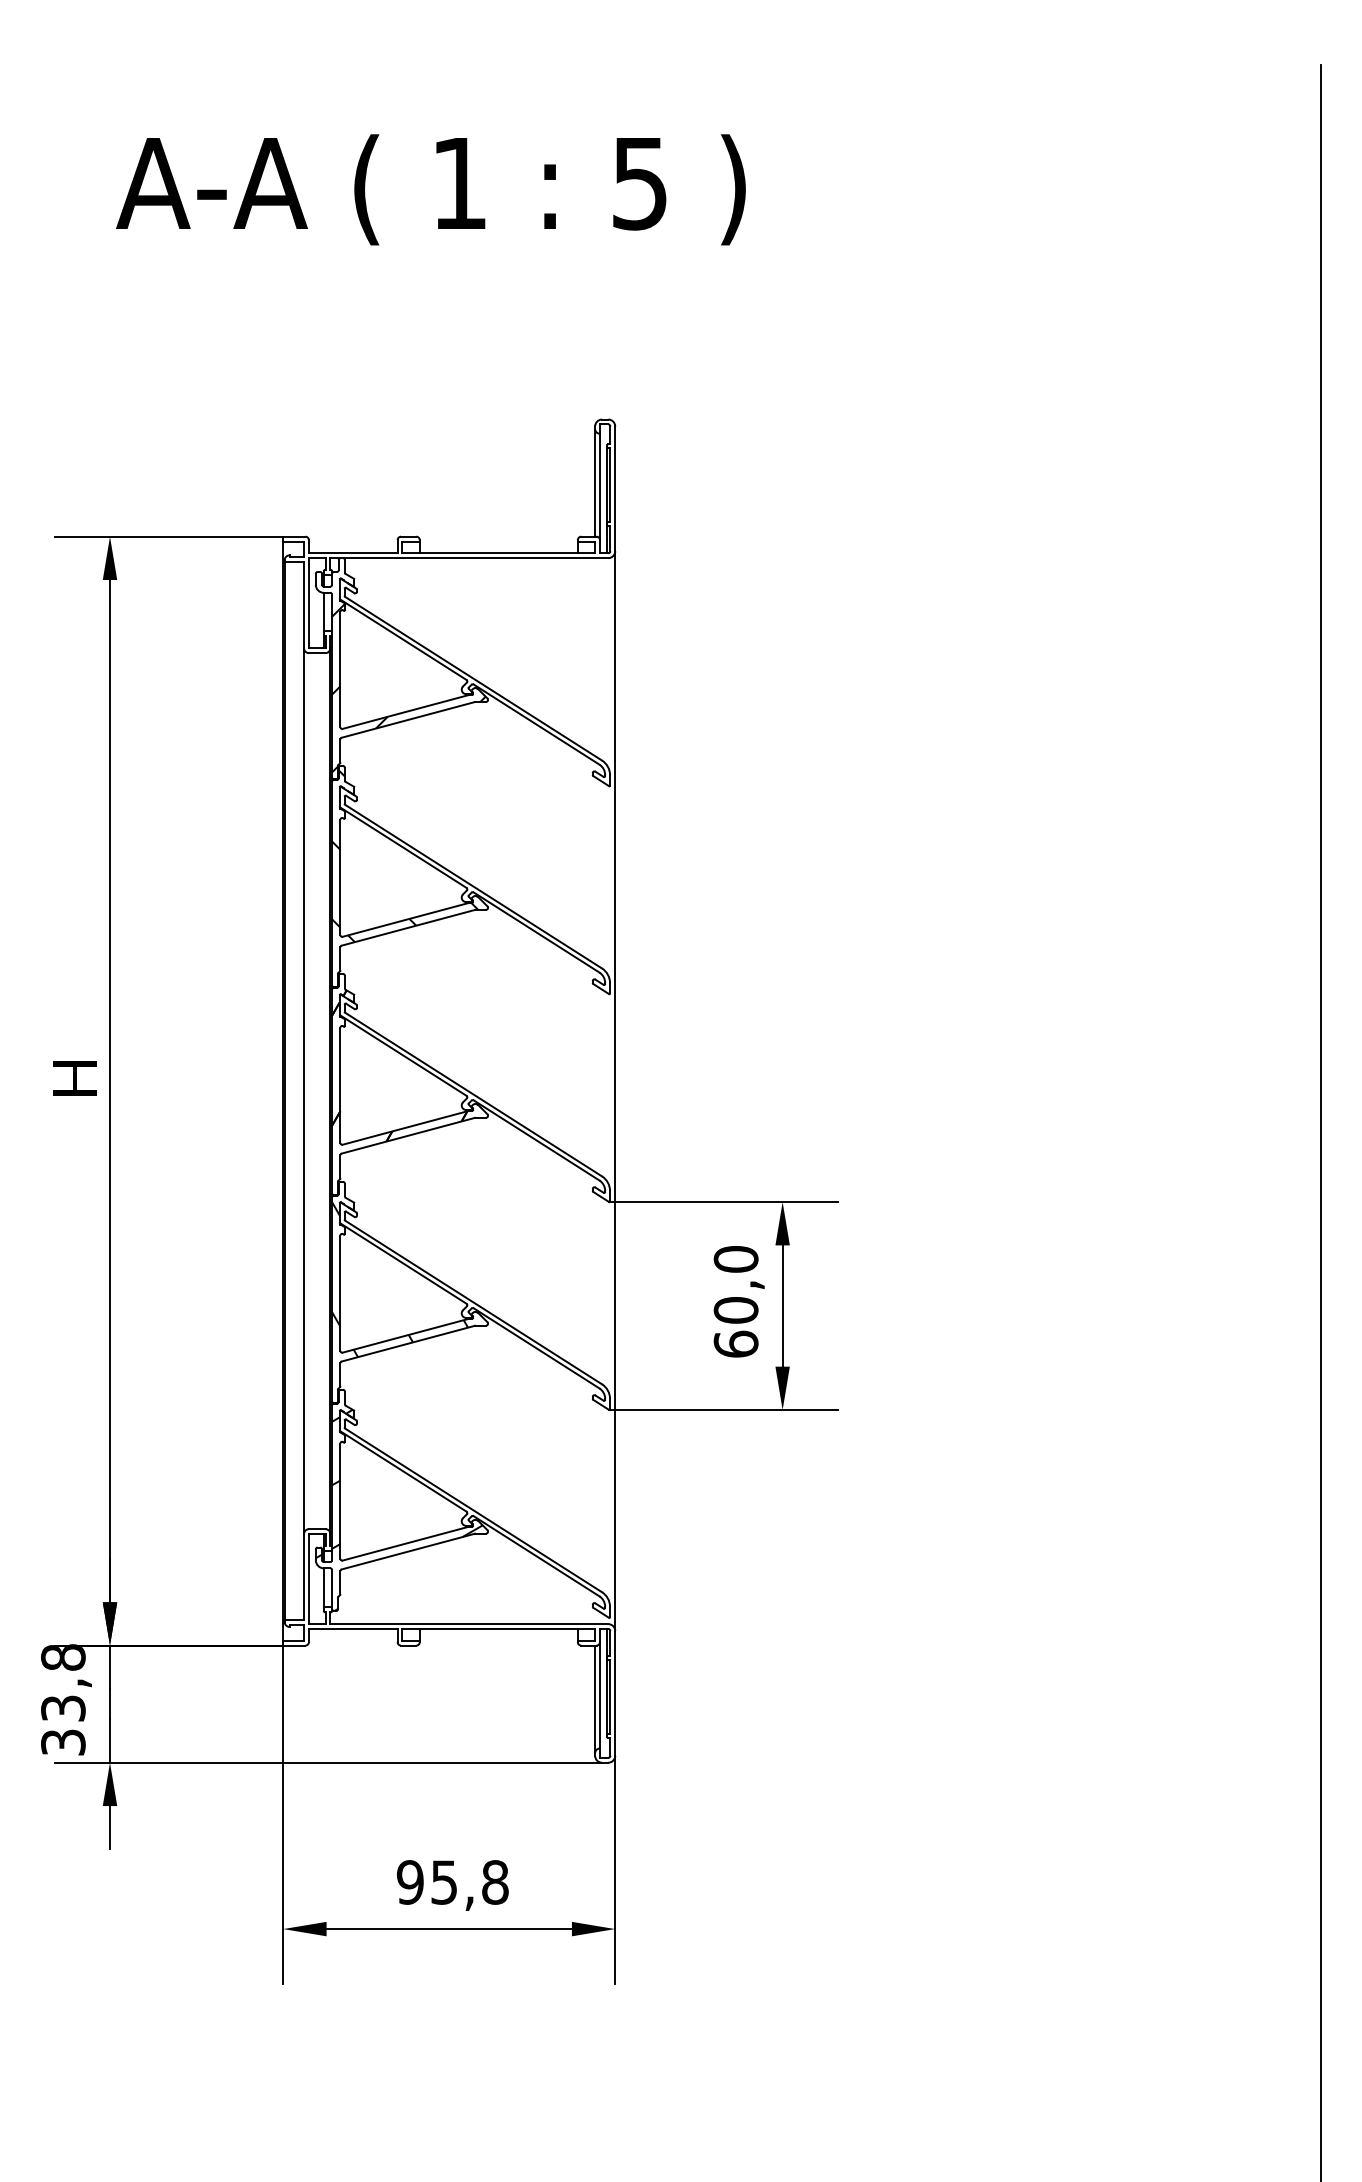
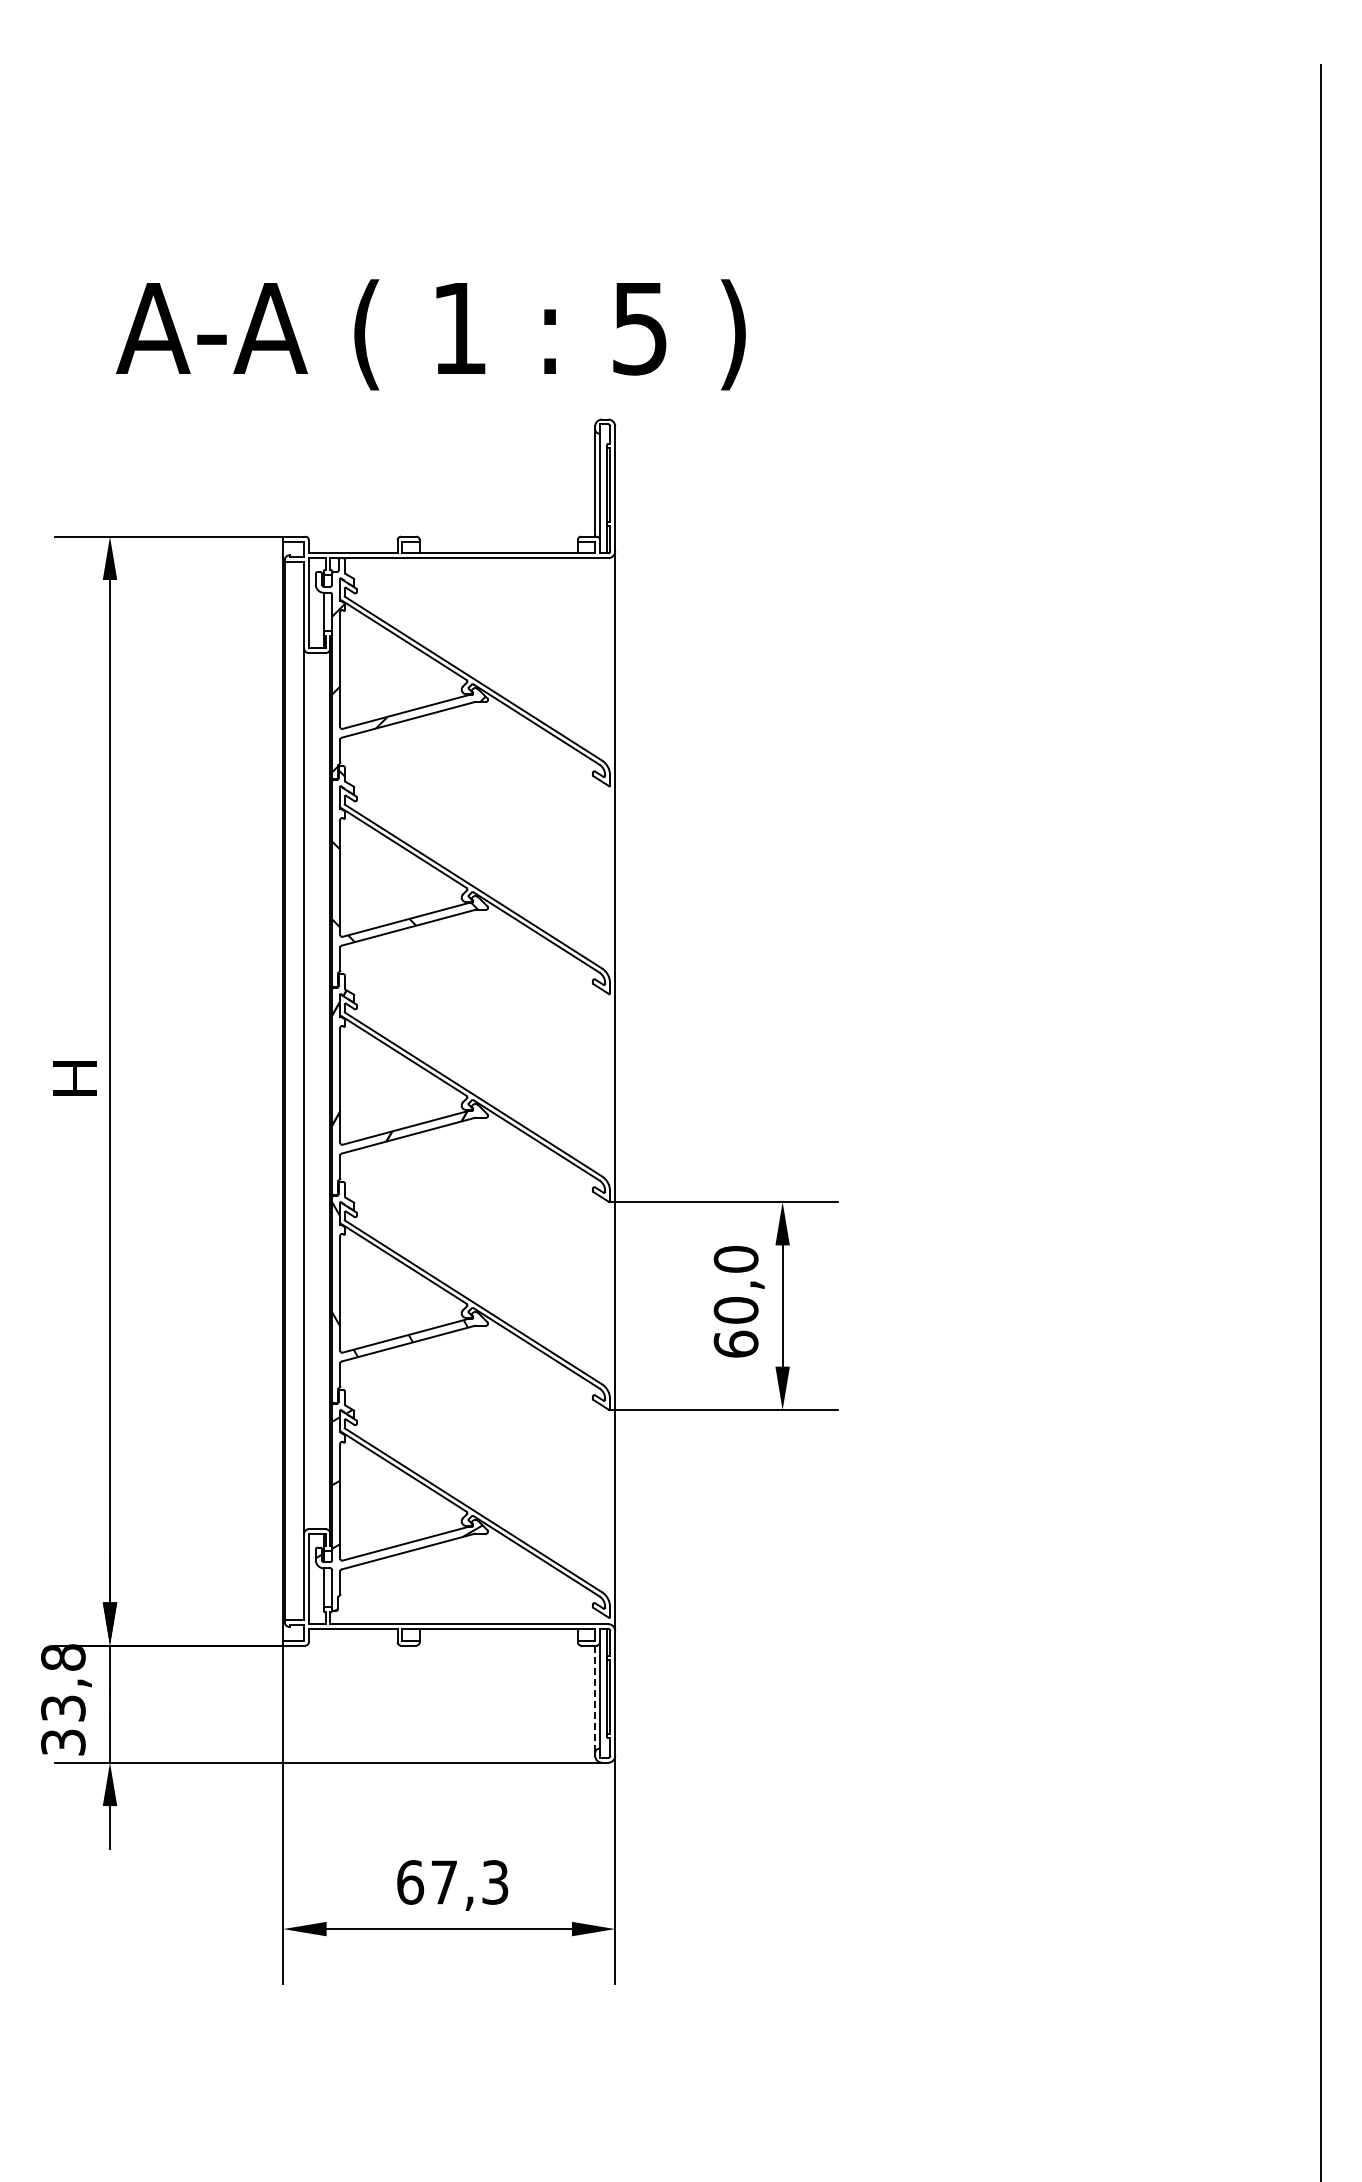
text at (430, 189) position: (430, 189) -> (430, 334)
line at (595, 1699): solid -> dashed
text at (452, 1882): 95,8 -> 67,3
